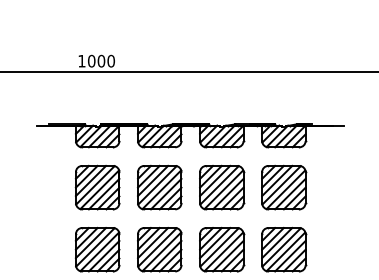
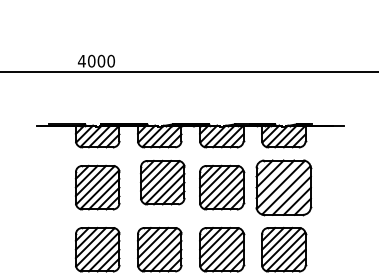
text at (81, 61): 1000 -> 4000
part at (159, 187) position: (159, 187) -> (162, 182)
part at (284, 187) size: 47x47 px -> 58x58 px
